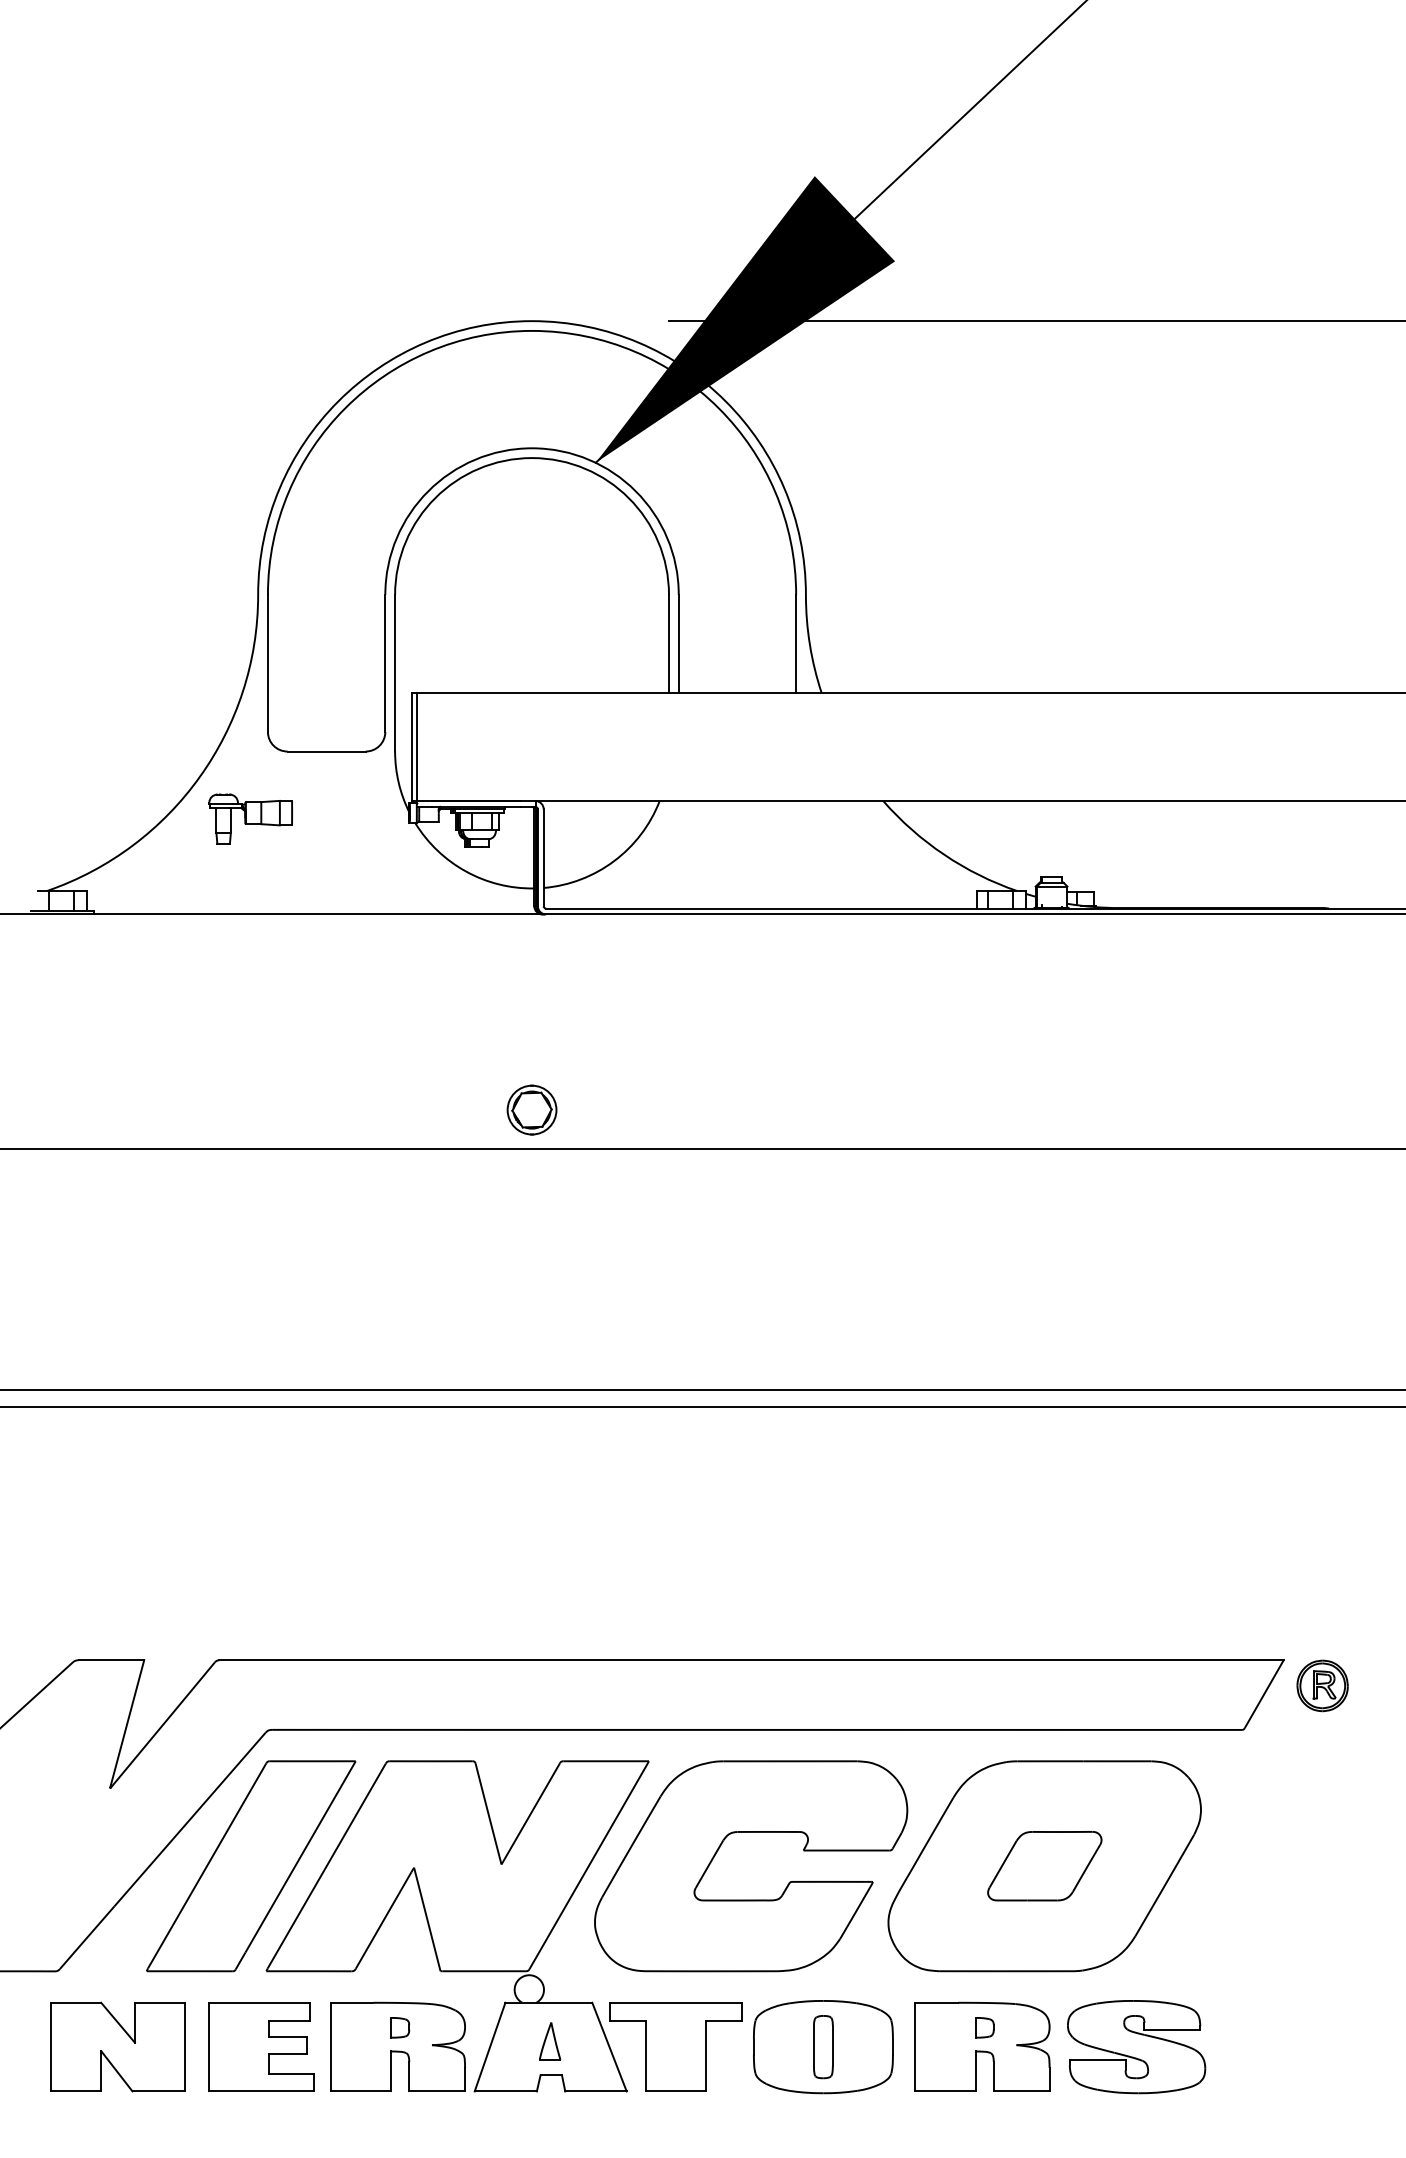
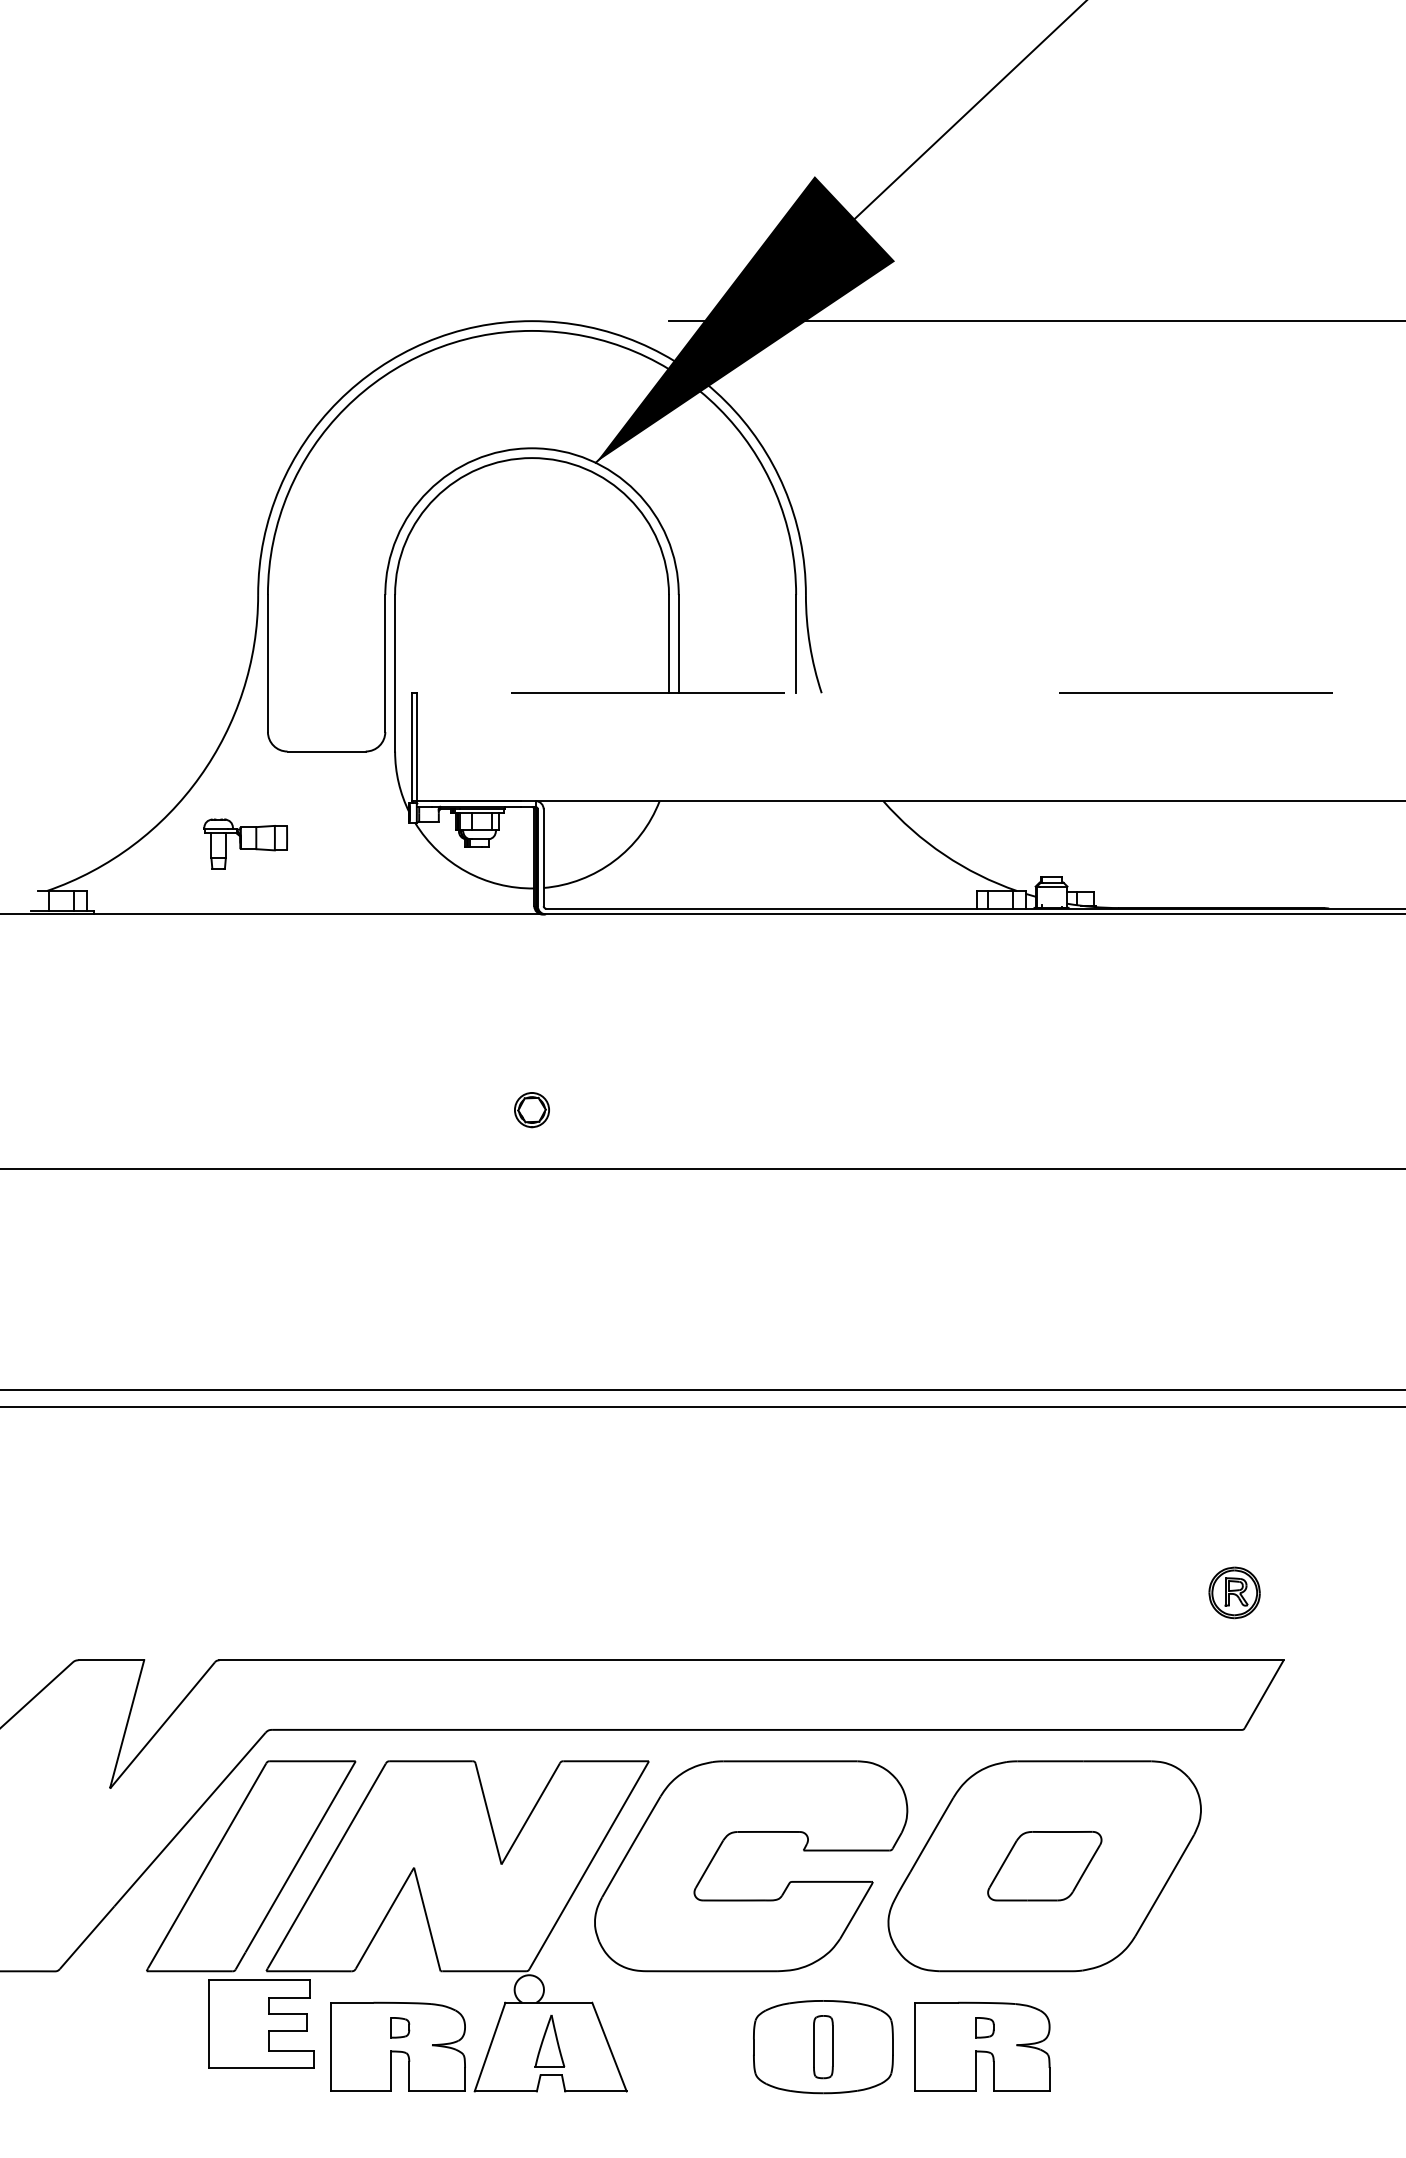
line at (910, 693): solid -> dashed
part at (250, 818) position: (250, 818) -> (245, 843)
part at (531, 1109) size: 52x52 px -> 36x37 px
line at (702, 1149) position: (702, 1149) -> (702, 1169)
part at (1322, 1685) position: (1322, 1685) -> (1234, 1592)
part at (550, 2041) size: 23x39 px -> 32x53 px
part at (117, 2046): present -> none
part at (261, 2046) position: (261, 2046) -> (261, 2023)
part at (675, 2046): present -> none
part at (1136, 2047): present -> none
